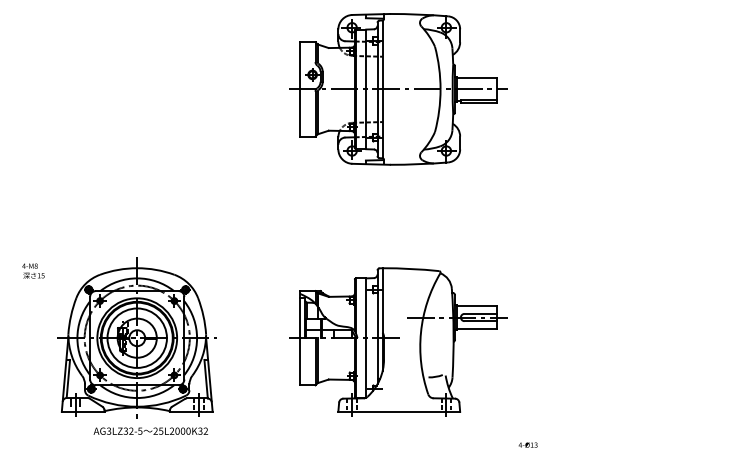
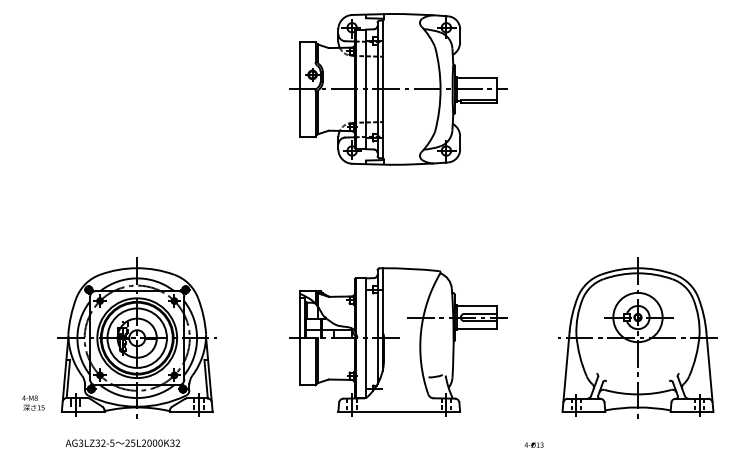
text at (33, 270) position: (33, 270) -> (33, 402)
part at (637, 337): none -> present
text at (150, 430) position: (150, 430) -> (122, 442)
text at (527, 444) position: (527, 444) -> (533, 444)
